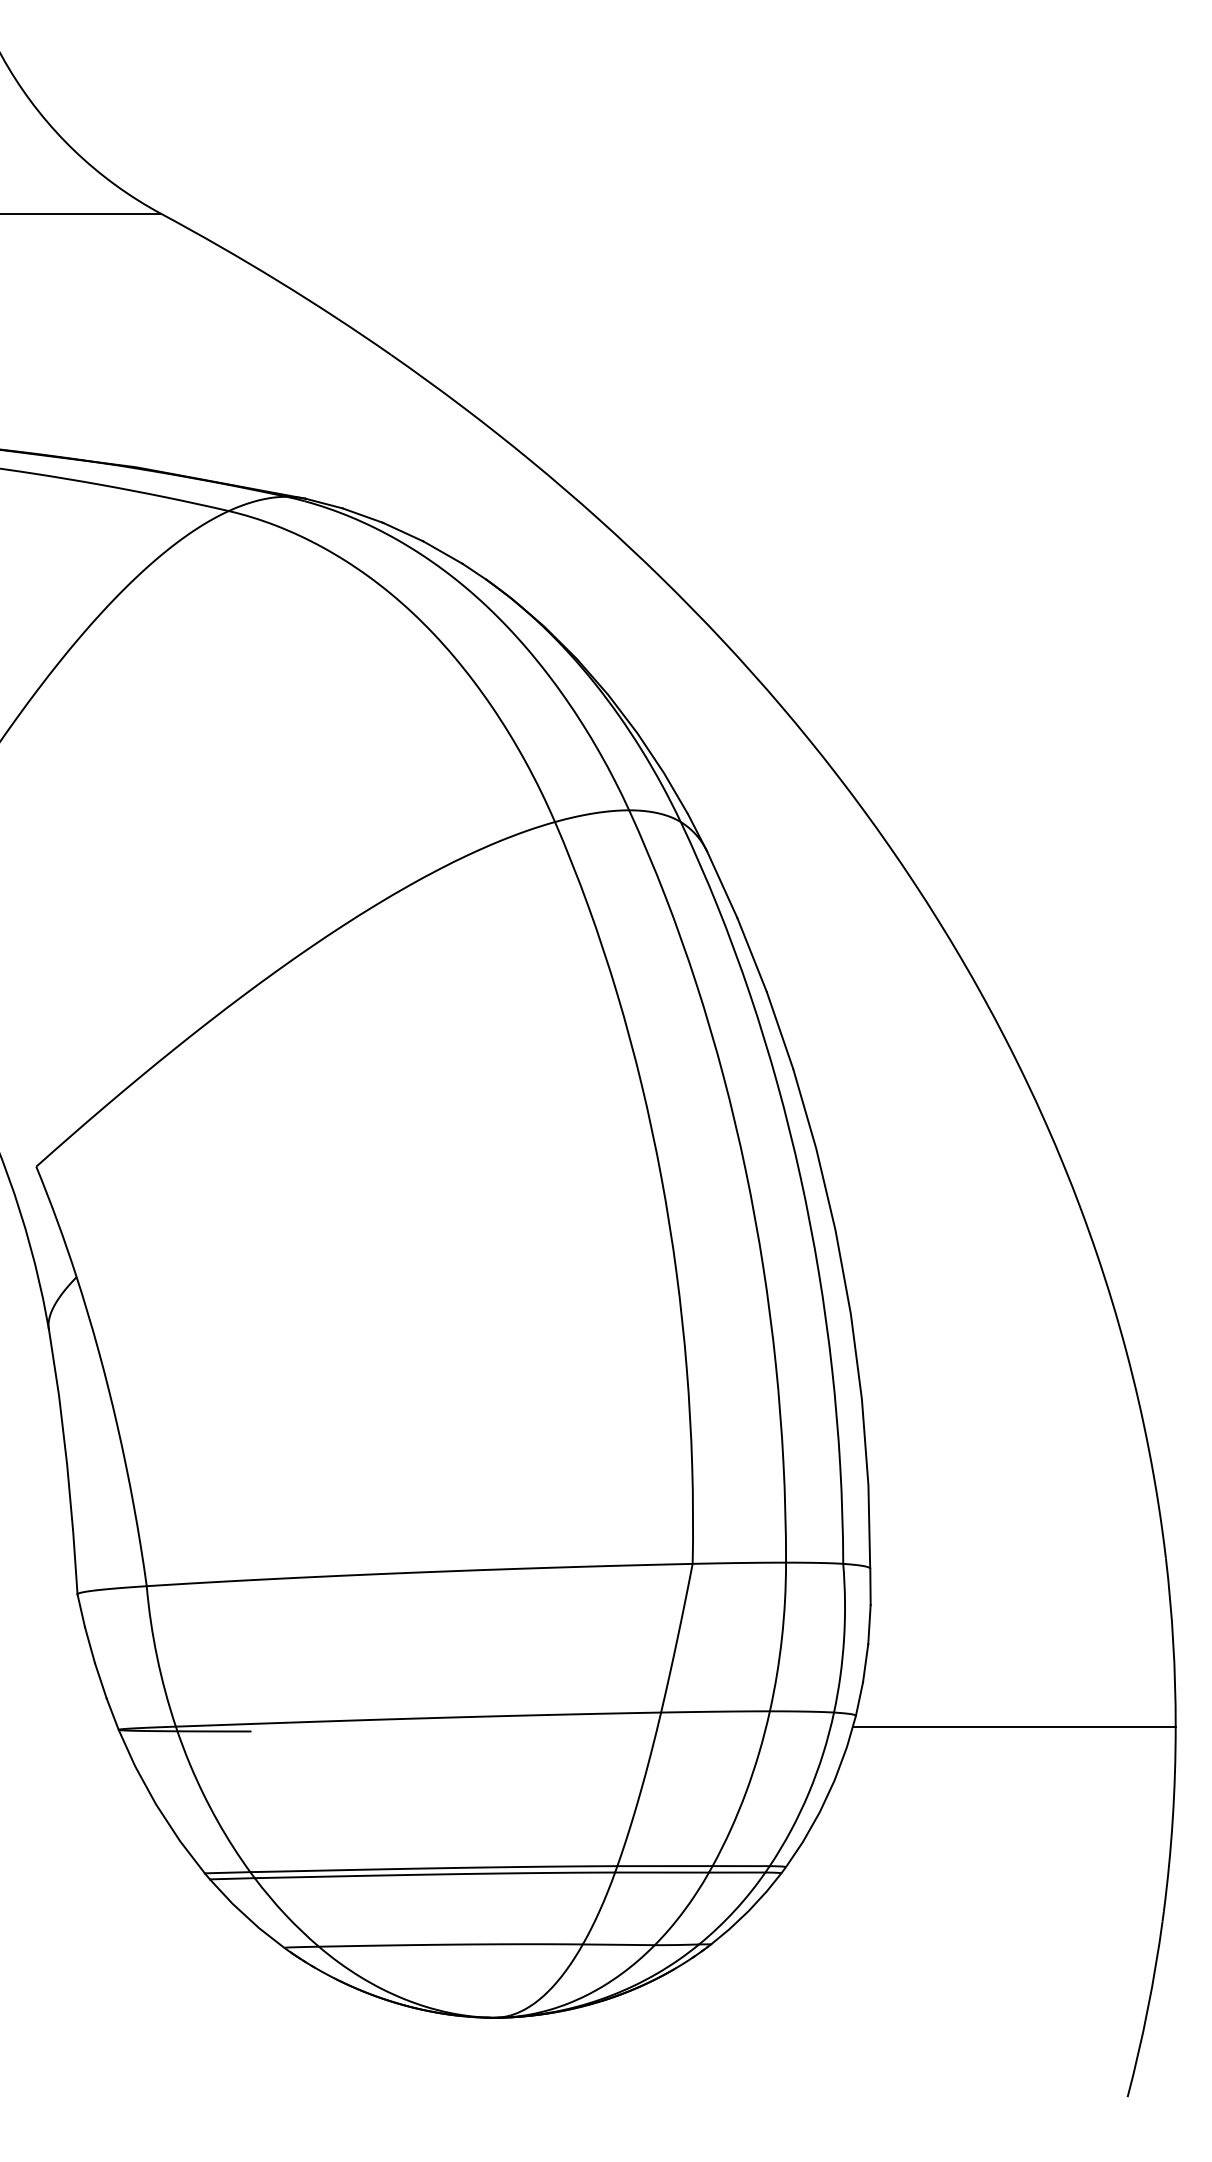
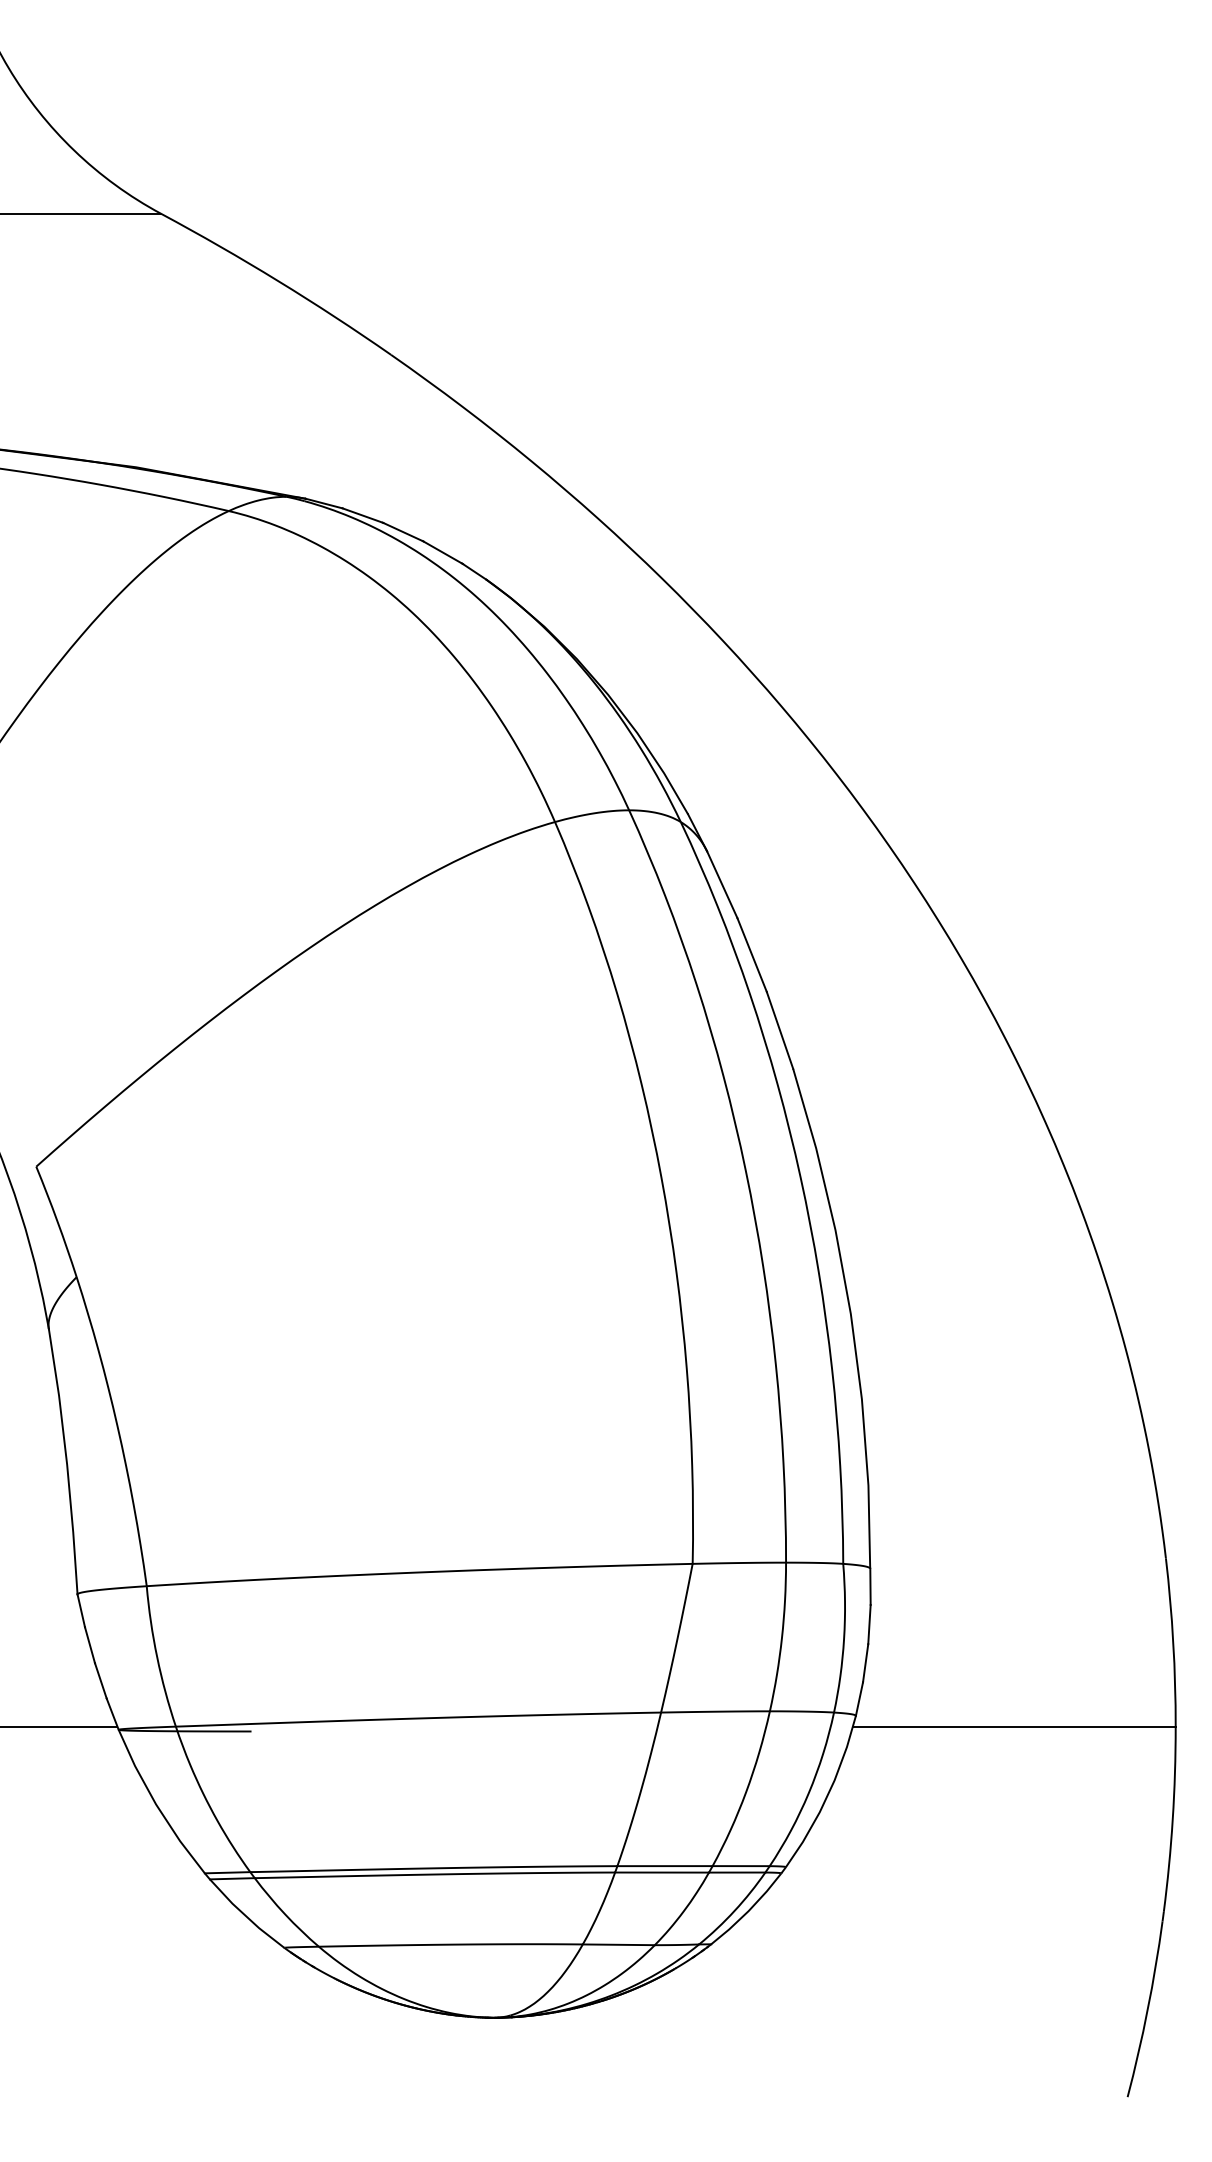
line at (59, 1726): none -> present
